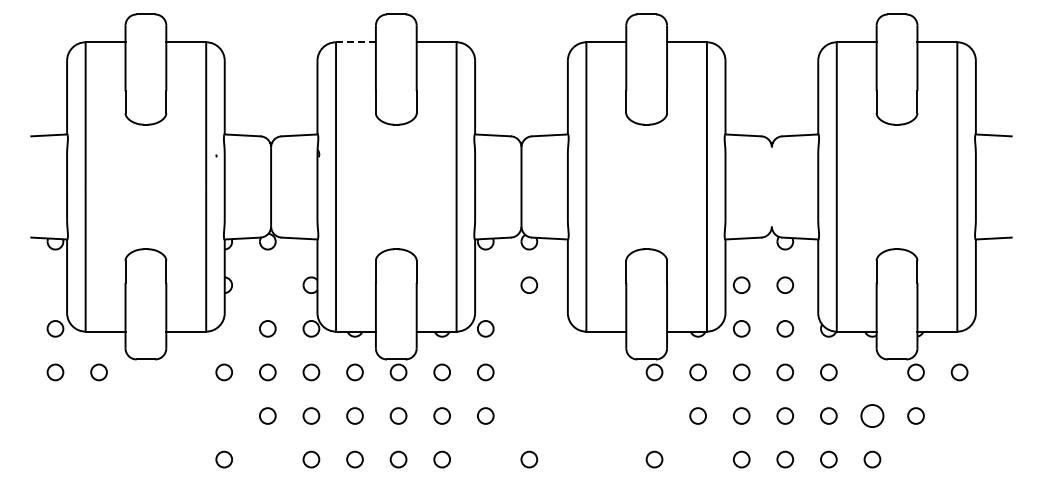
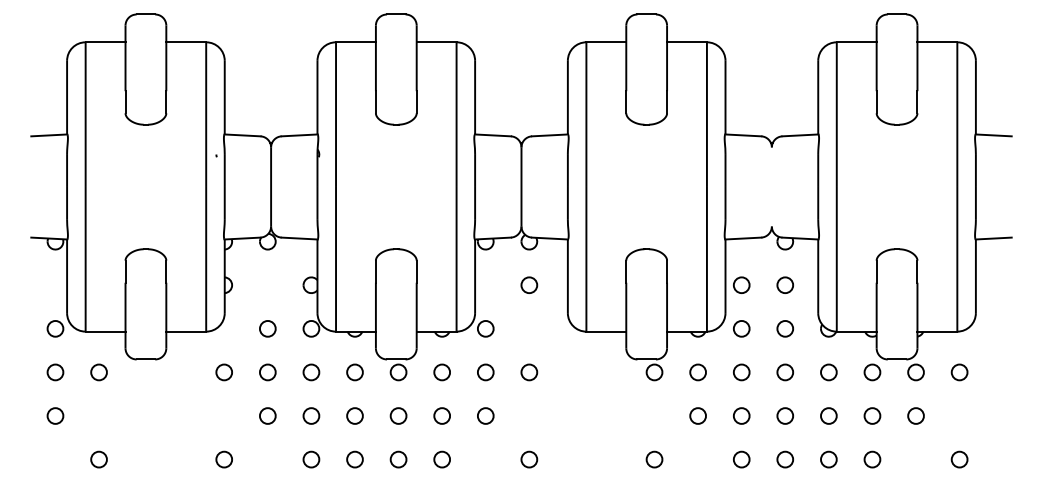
line at (355, 42): dashed -> solid
circle at (529, 372): none -> present
circle at (872, 372): none -> present
circle at (55, 415): none -> present
circle at (872, 415) size: 25x24 px -> 19x18 px
circle at (98, 459): none -> present
circle at (959, 459): none -> present
